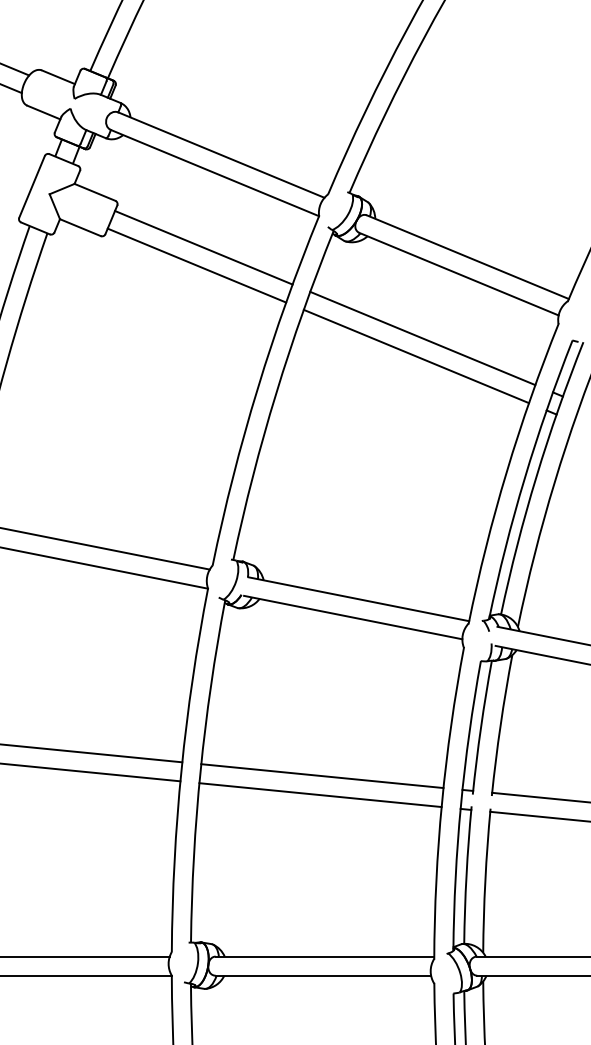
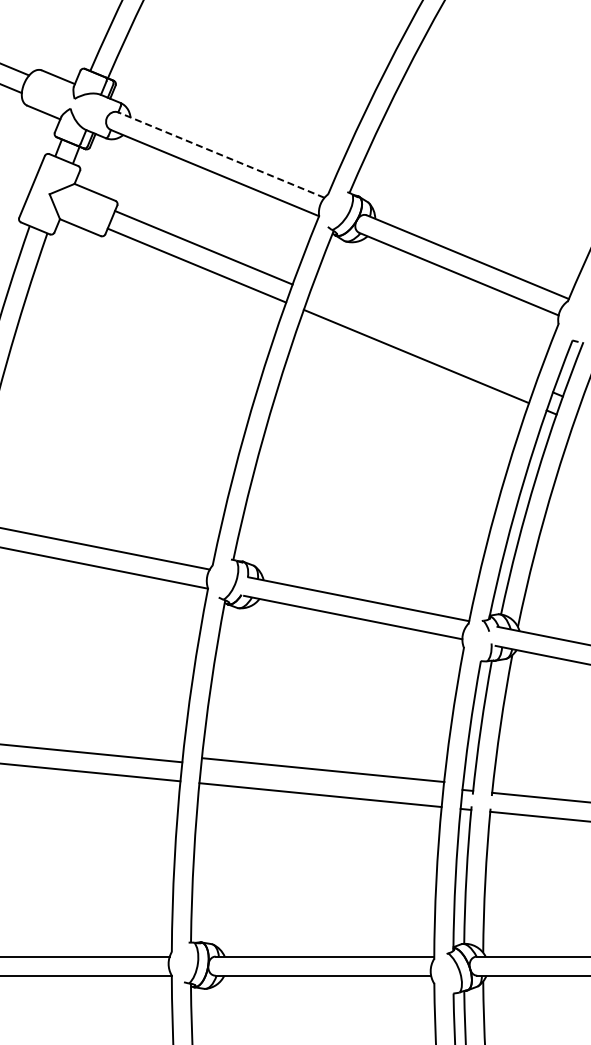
line at (221, 155): solid -> dashed
line at (422, 338): present -> none
line at (322, 776) position: (322, 776) -> (323, 770)
